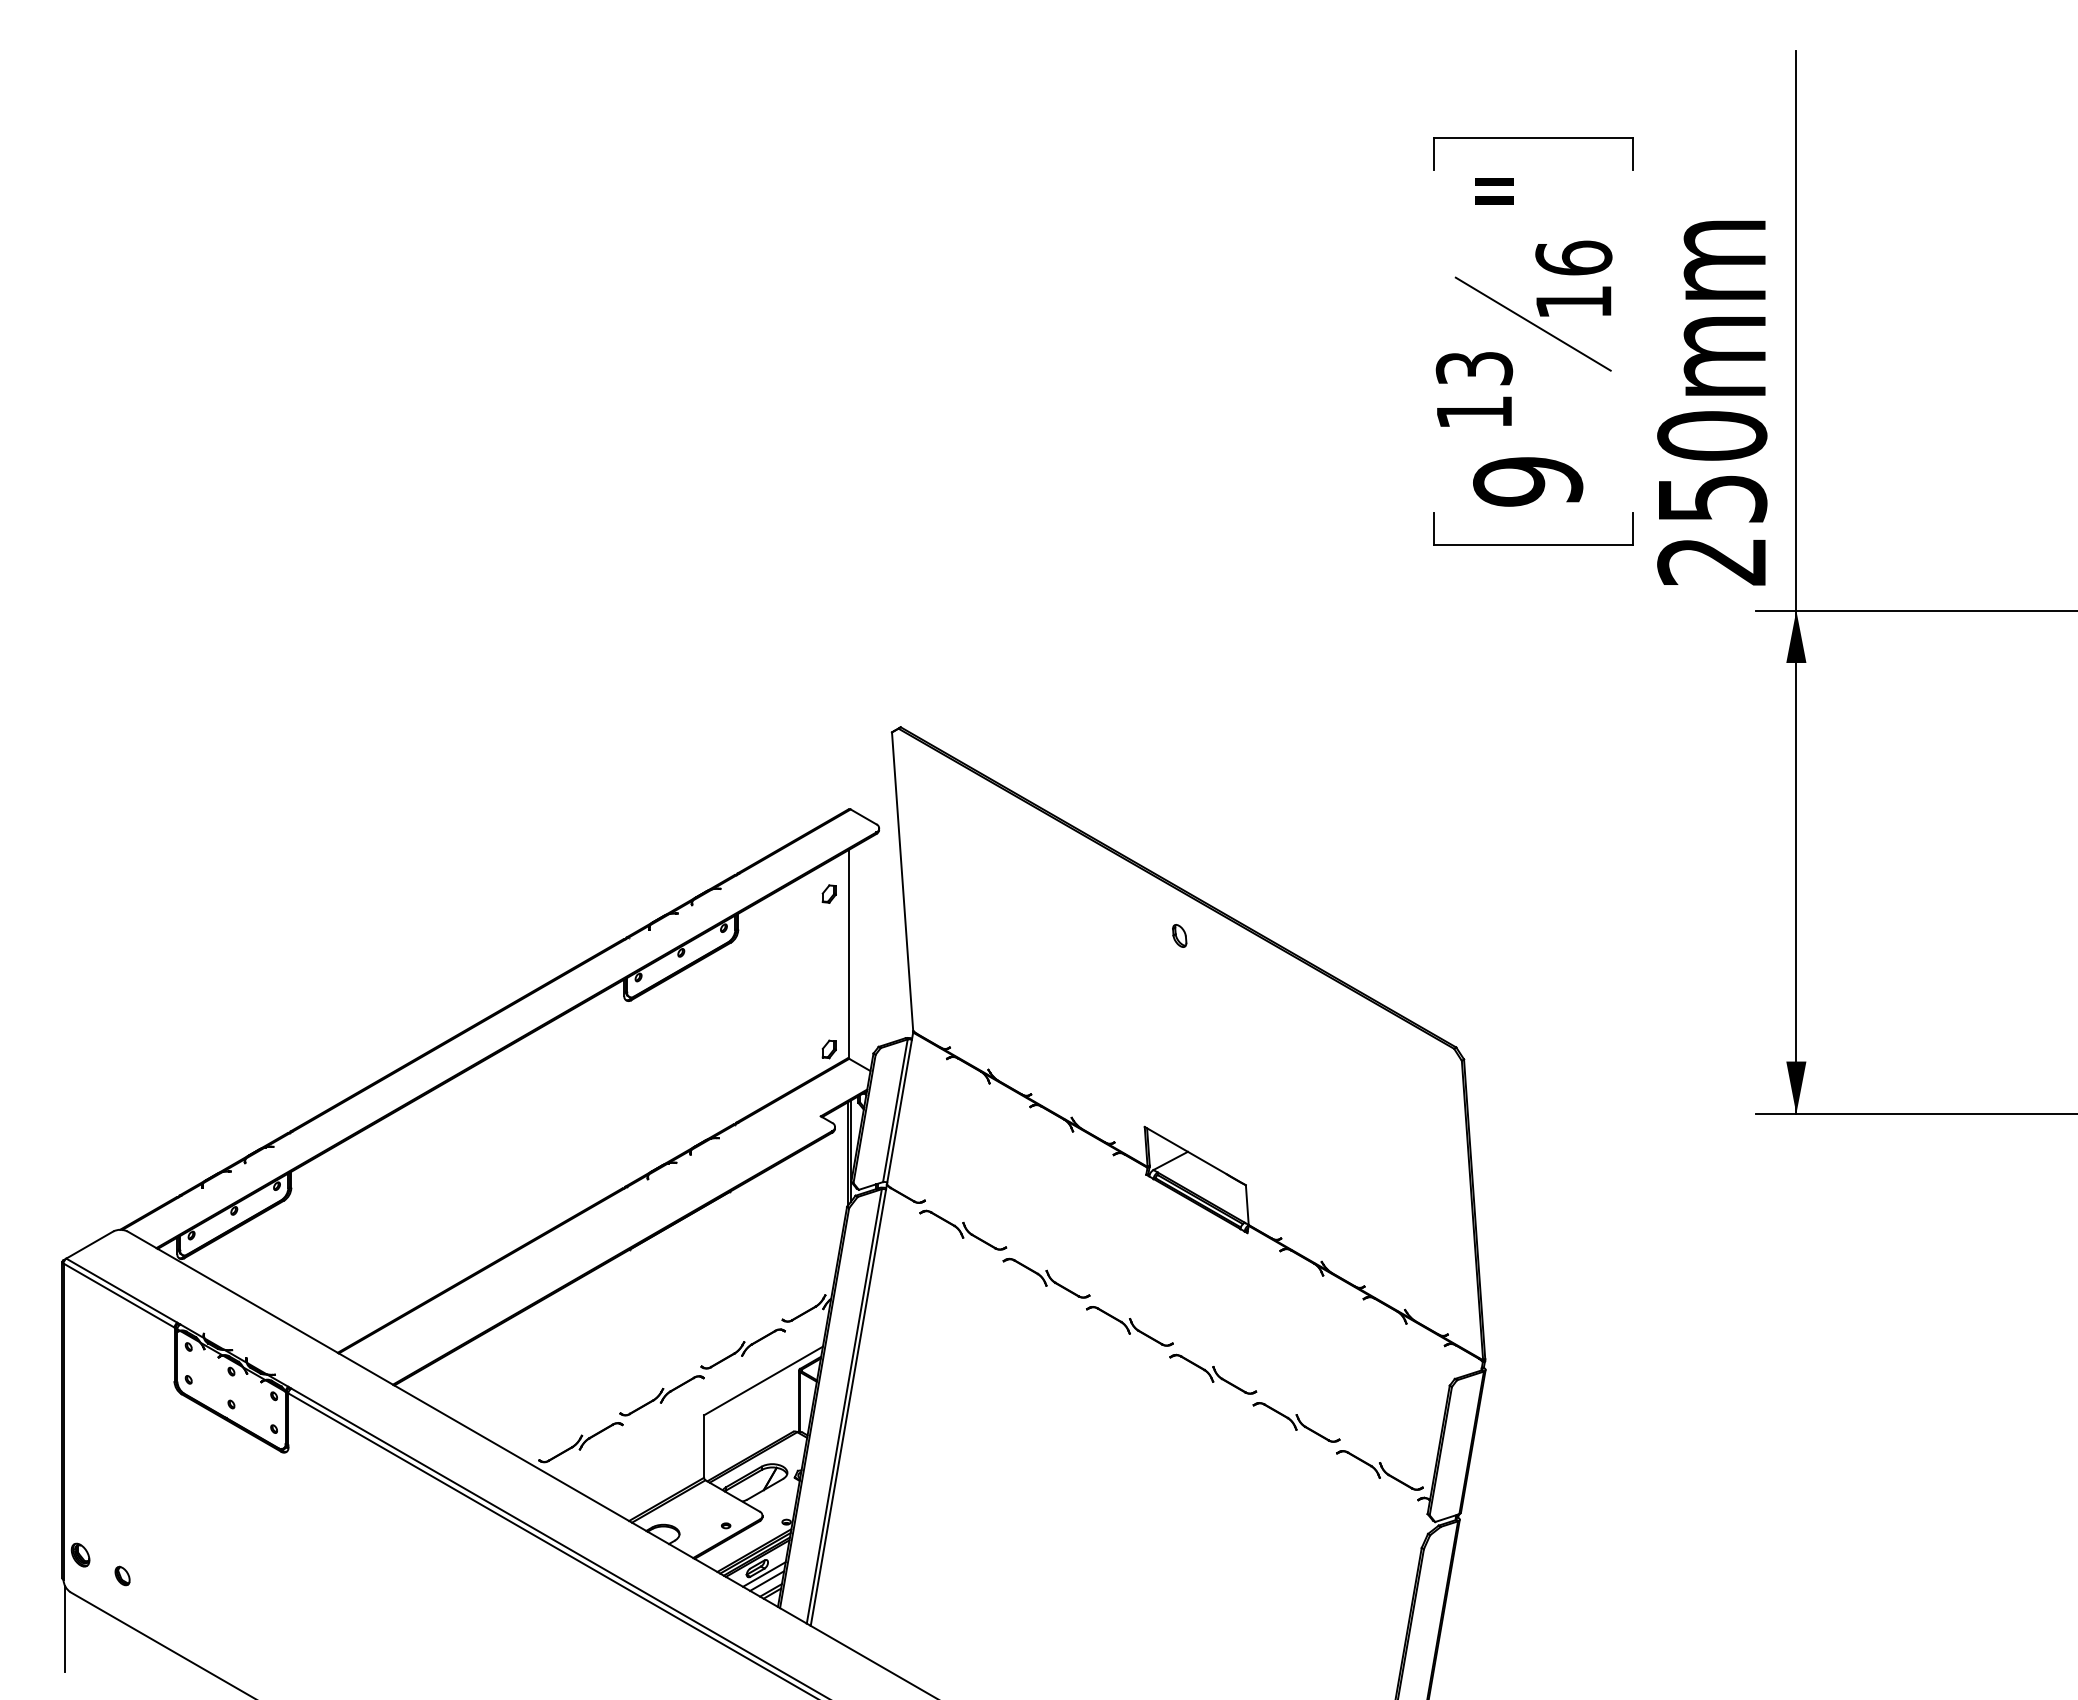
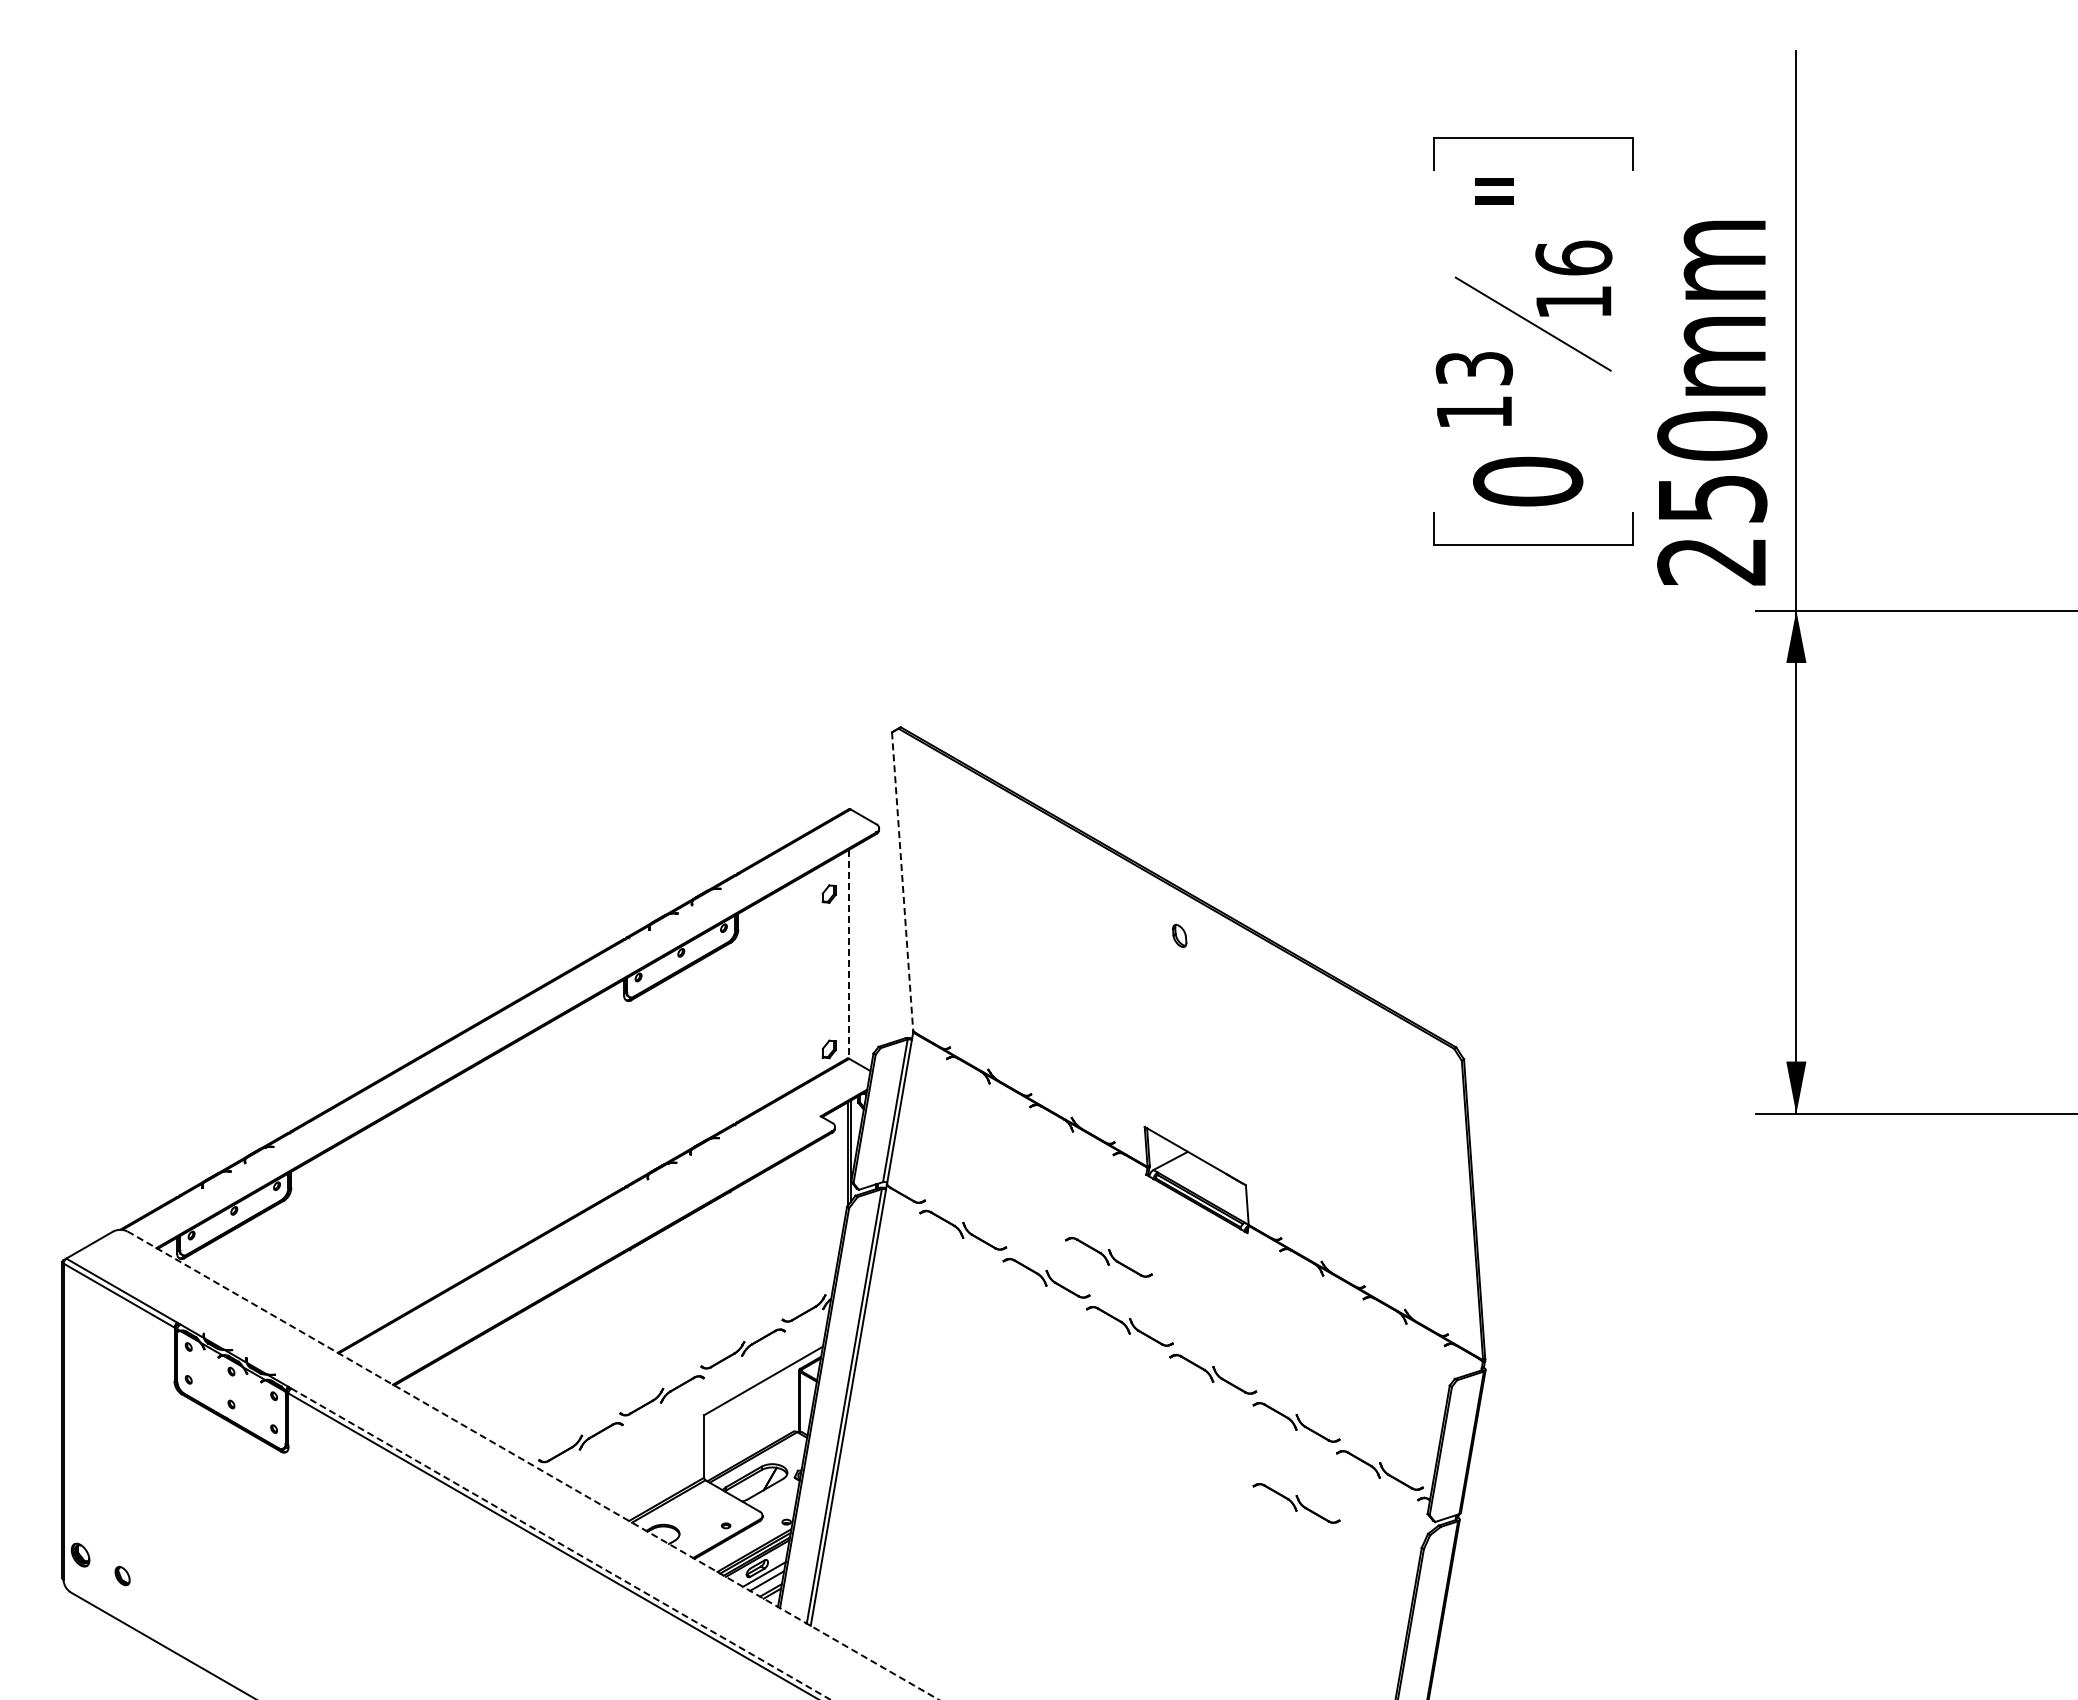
text at (1528, 481): 9 -> 0
line at (902, 881): solid -> dashed
line at (849, 954): solid -> dashed
part at (1108, 1257): none -> present
line at (533, 1465): solid -> dashed
part at (1296, 1503): none -> present
line at (561, 1544): solid -> dashed
line at (64, 1628): present -> none
